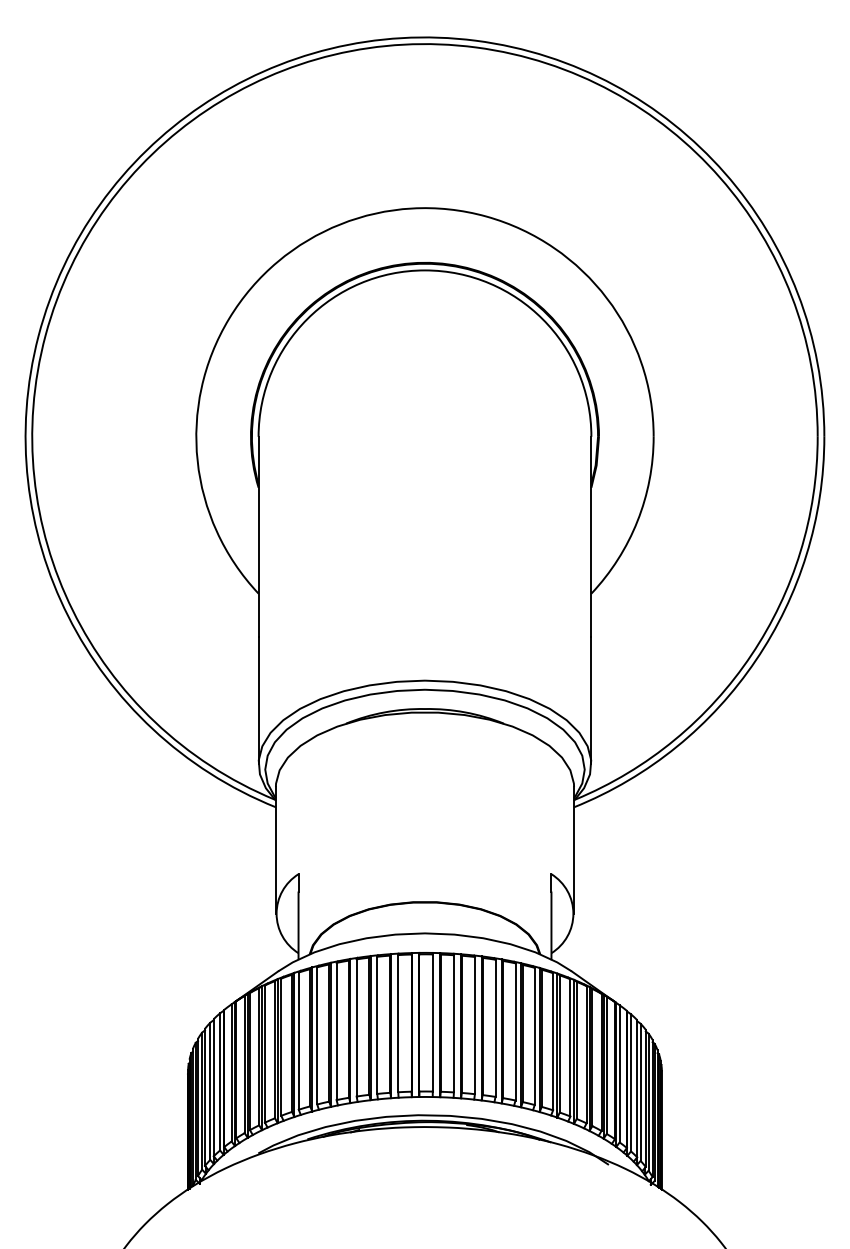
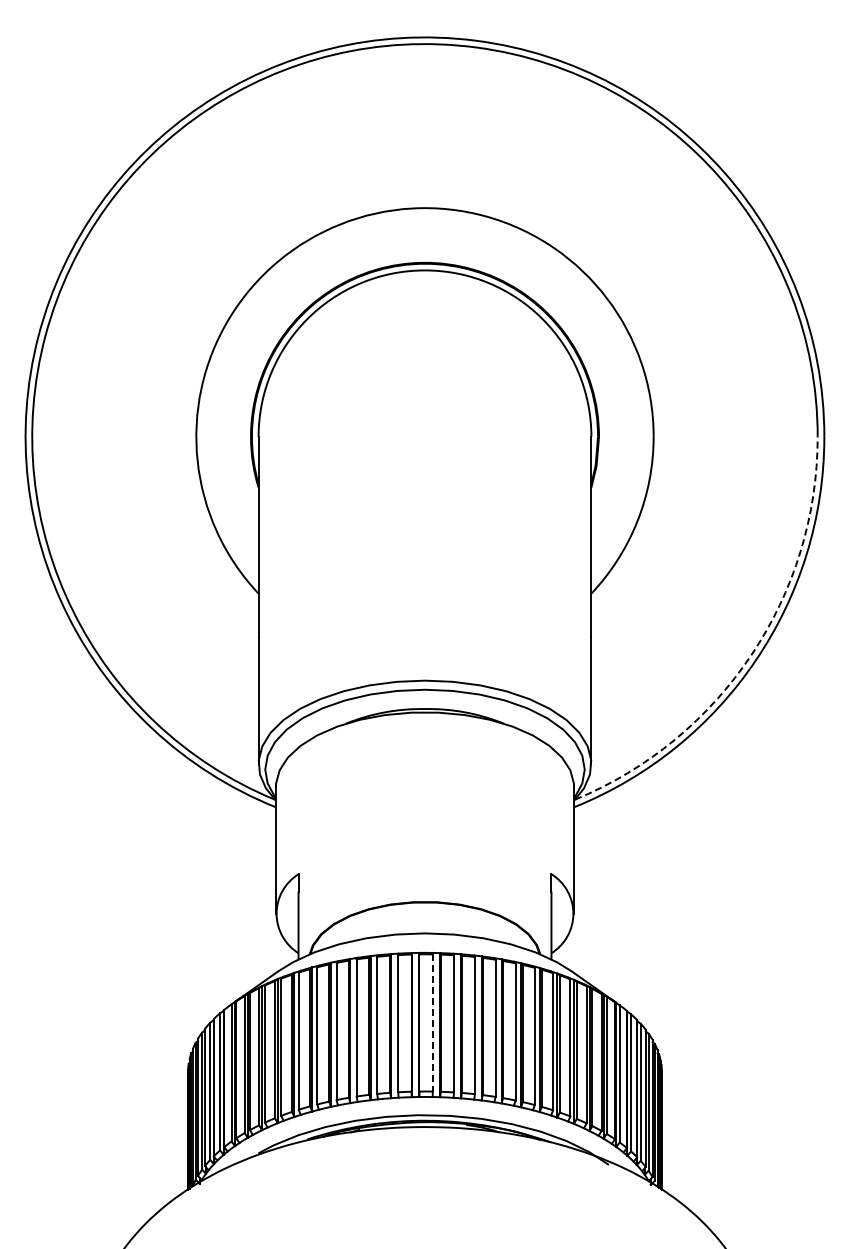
arc at (751, 655): solid -> dashed
line at (432, 1022): solid -> dashed
